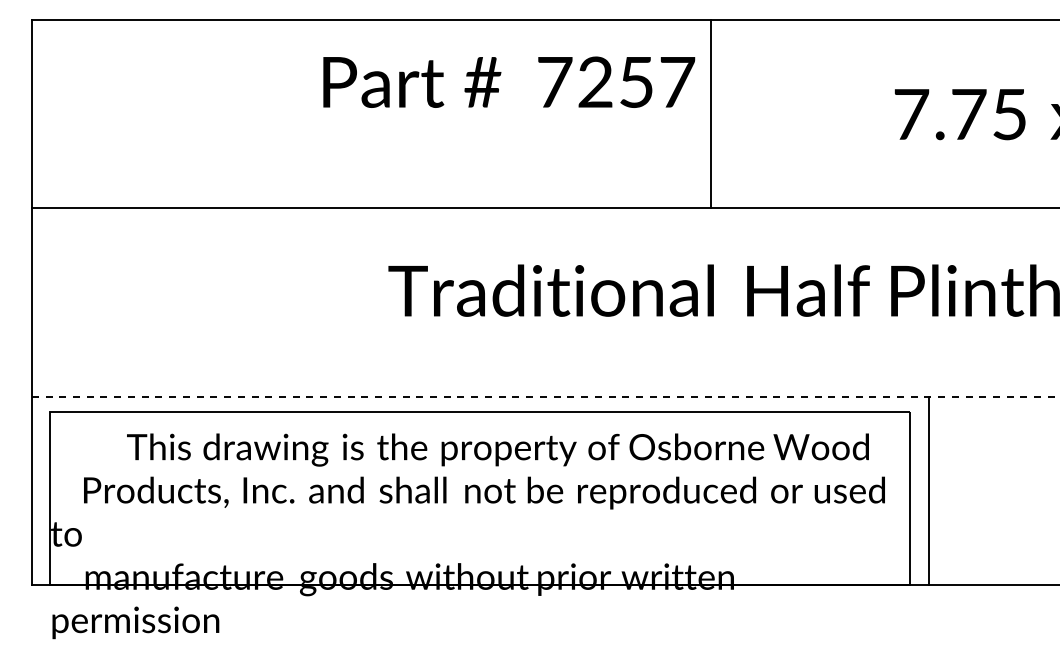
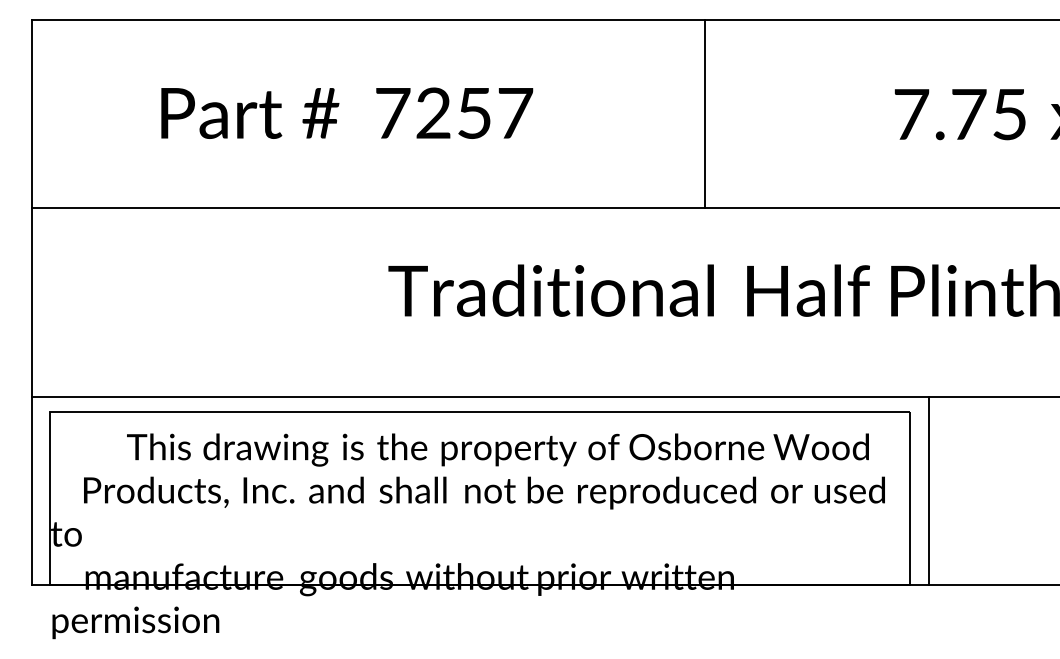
text at (509, 81) position: (509, 81) -> (347, 112)
line at (710, 113) position: (710, 113) -> (704, 113)
line at (545, 396): dashed -> solid
